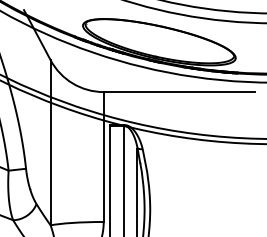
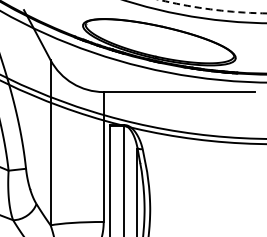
arc at (213, 9): solid -> dashed
